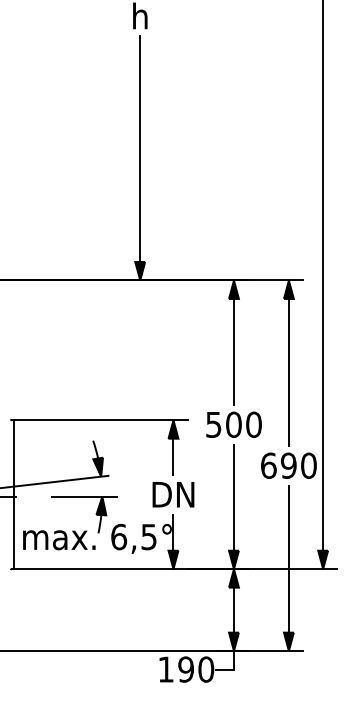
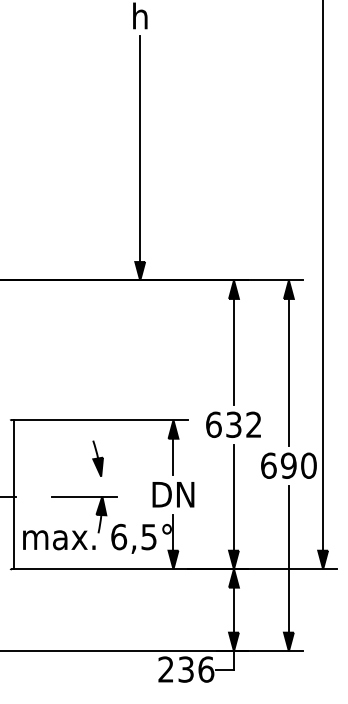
text at (233, 424): 500 -> 632
line at (55, 481): present -> none
text at (186, 669): 190 -> 236
